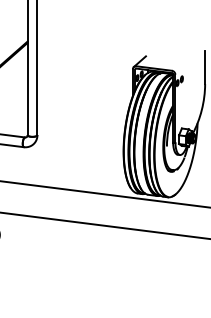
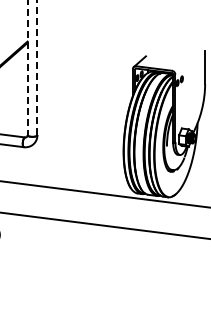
line at (37, 67): solid -> dashed
line at (27, 68): solid -> dashed
